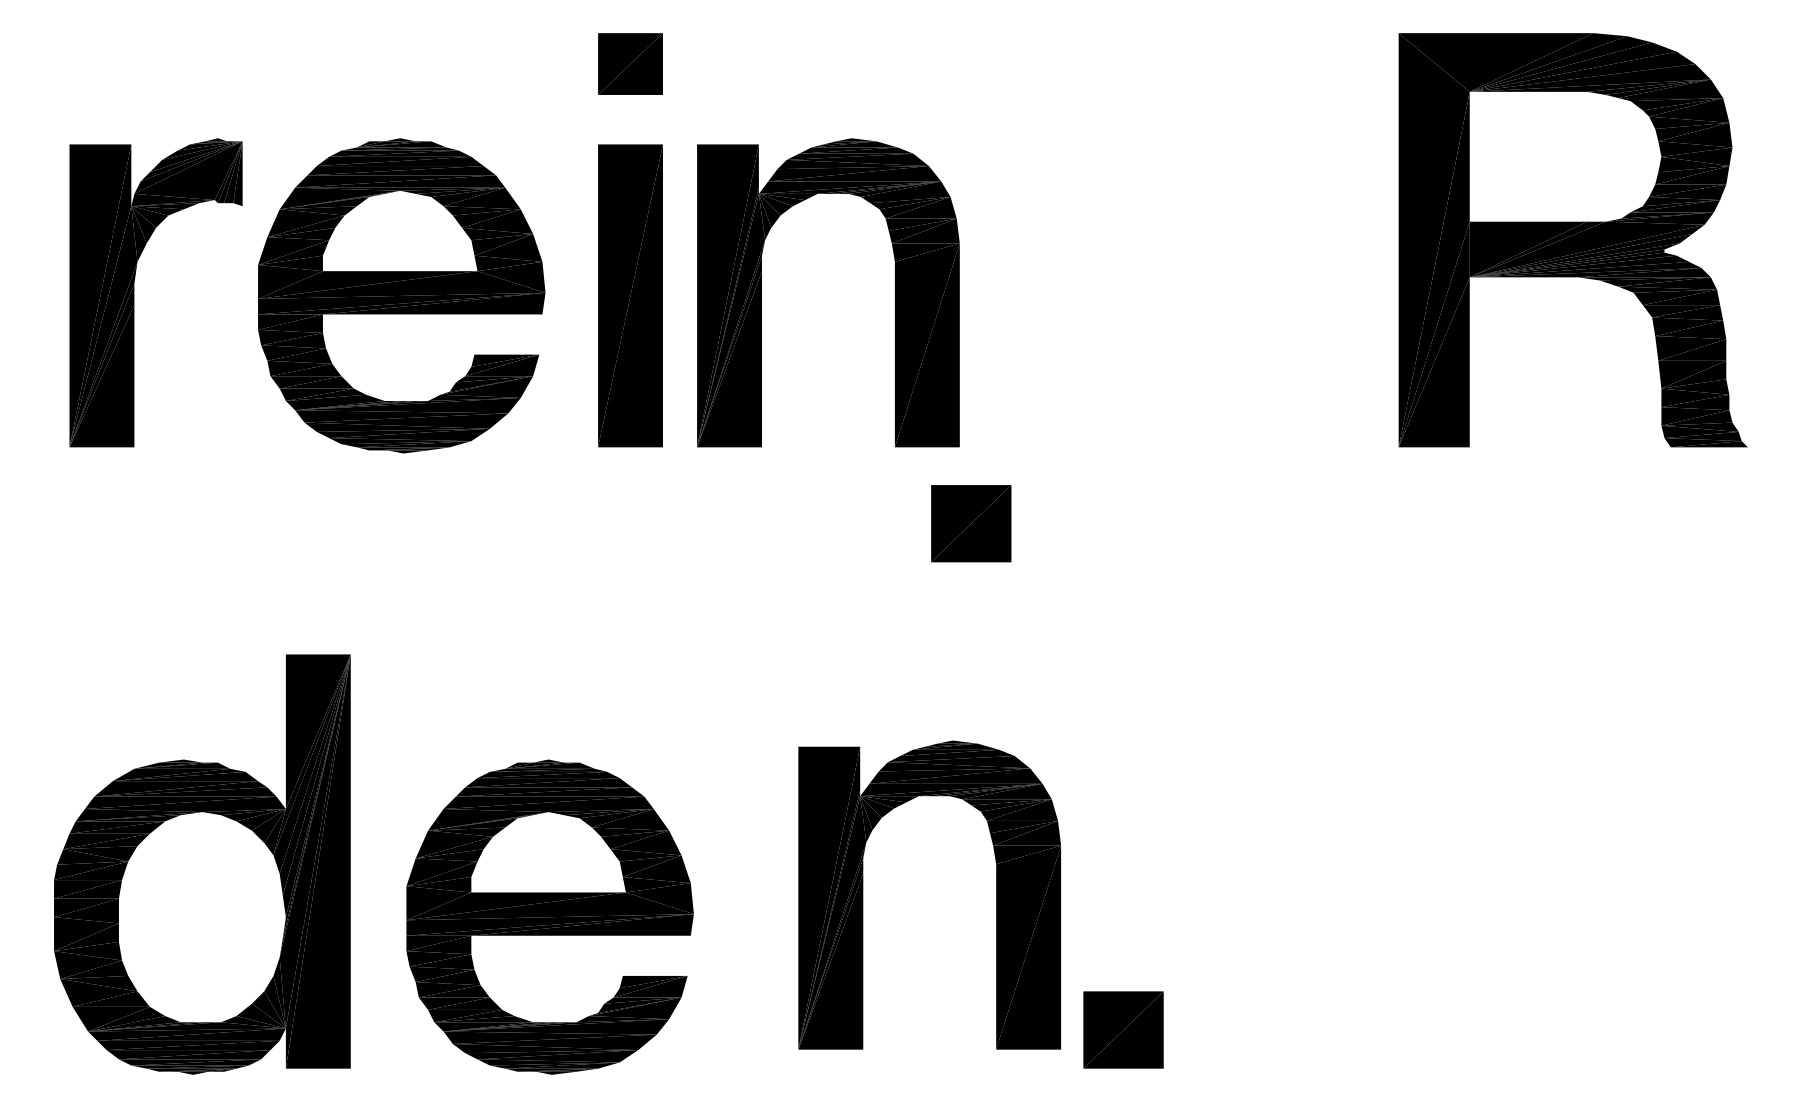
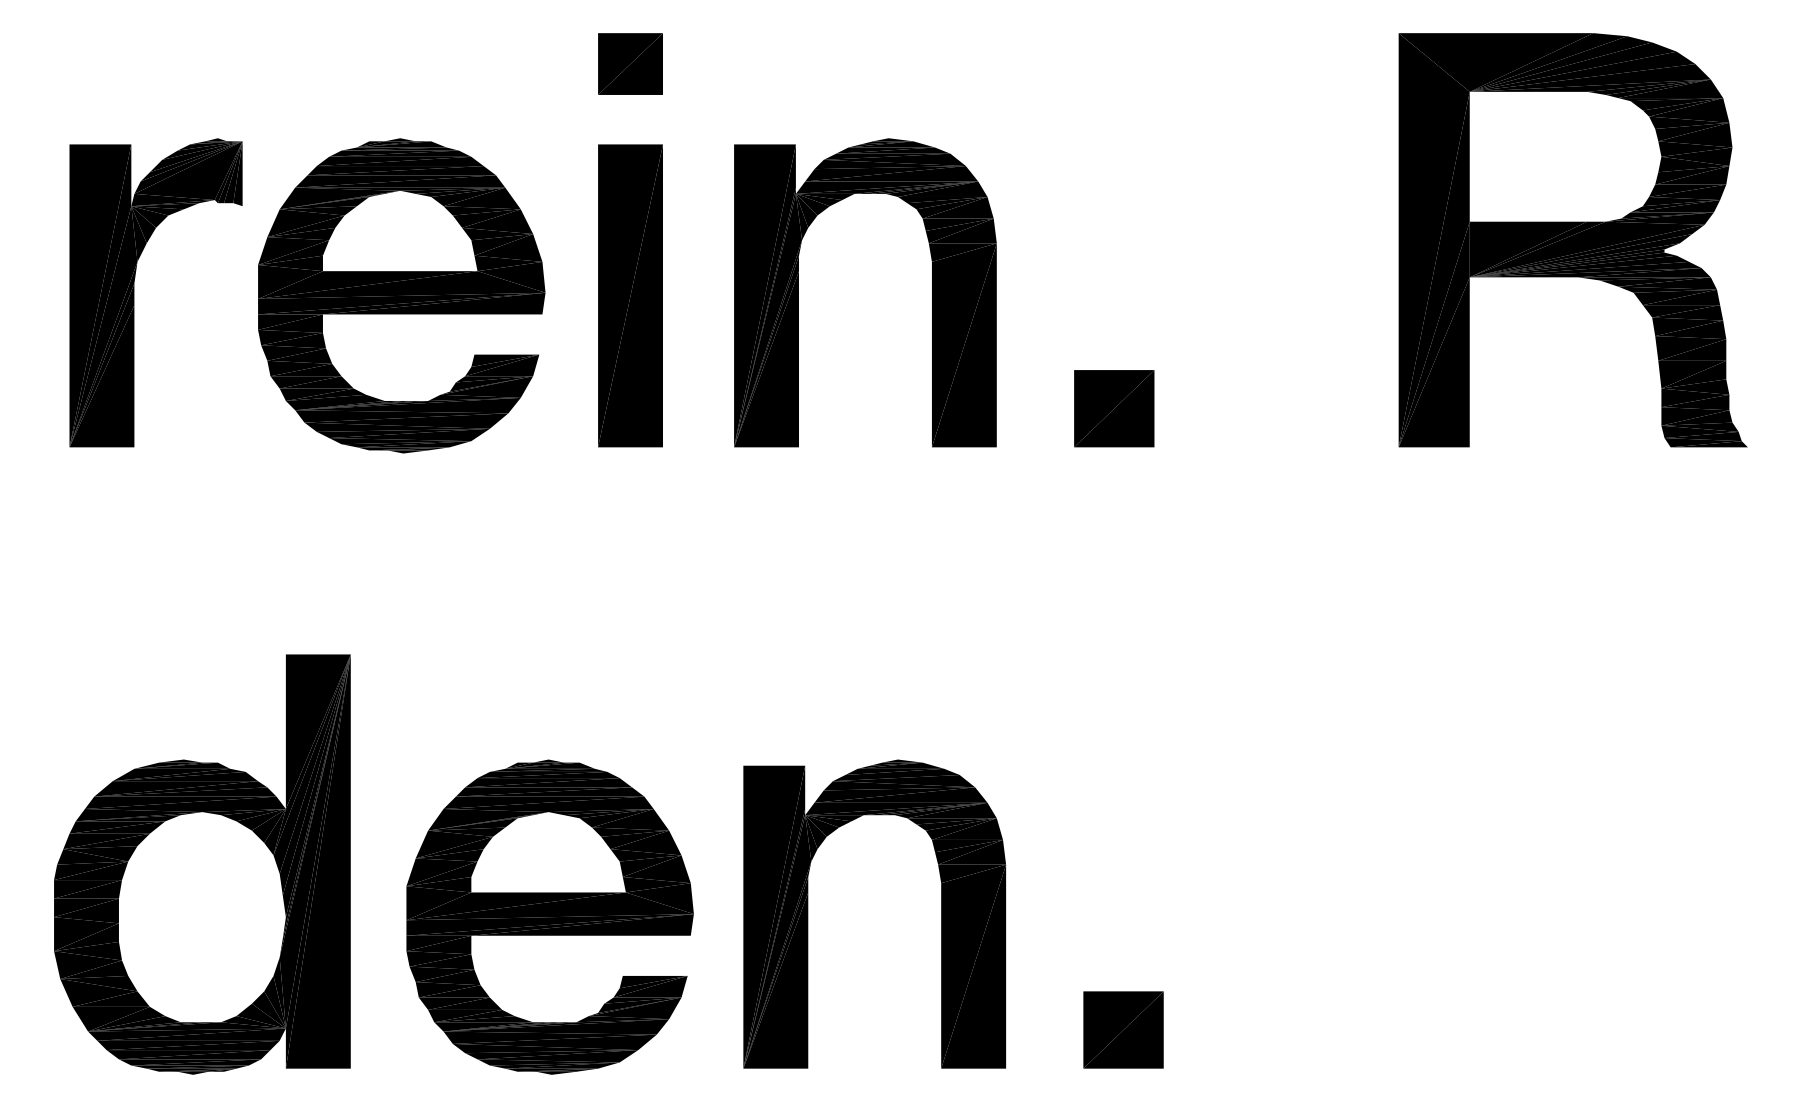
part at (761, 292) position: (761, 292) -> (798, 292)
part at (971, 523) position: (971, 523) -> (1114, 408)
part at (863, 894) position: (863, 894) -> (808, 913)
